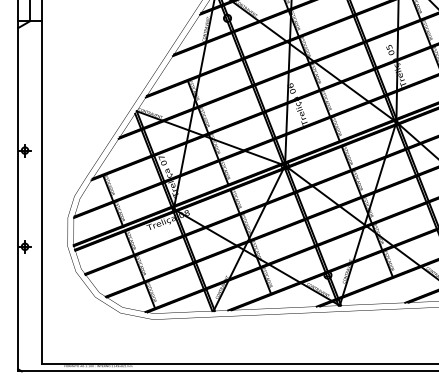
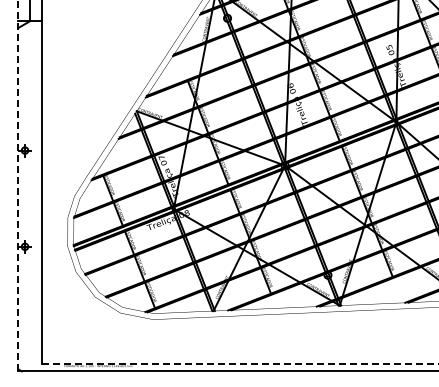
line at (18, 185): solid -> dashed
line at (241, 364): solid -> dashed
